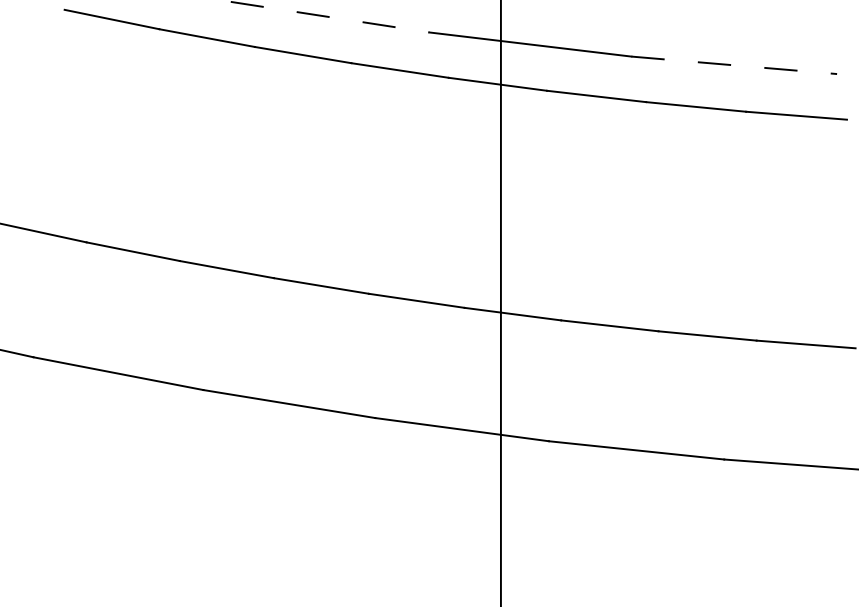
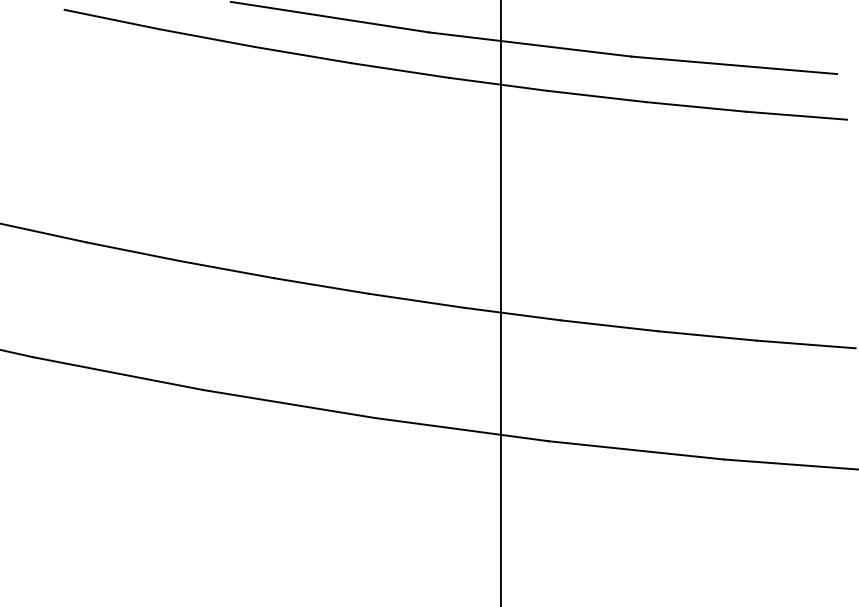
line at (330, 17): dashed -> solid
line at (734, 65): dashed -> solid
